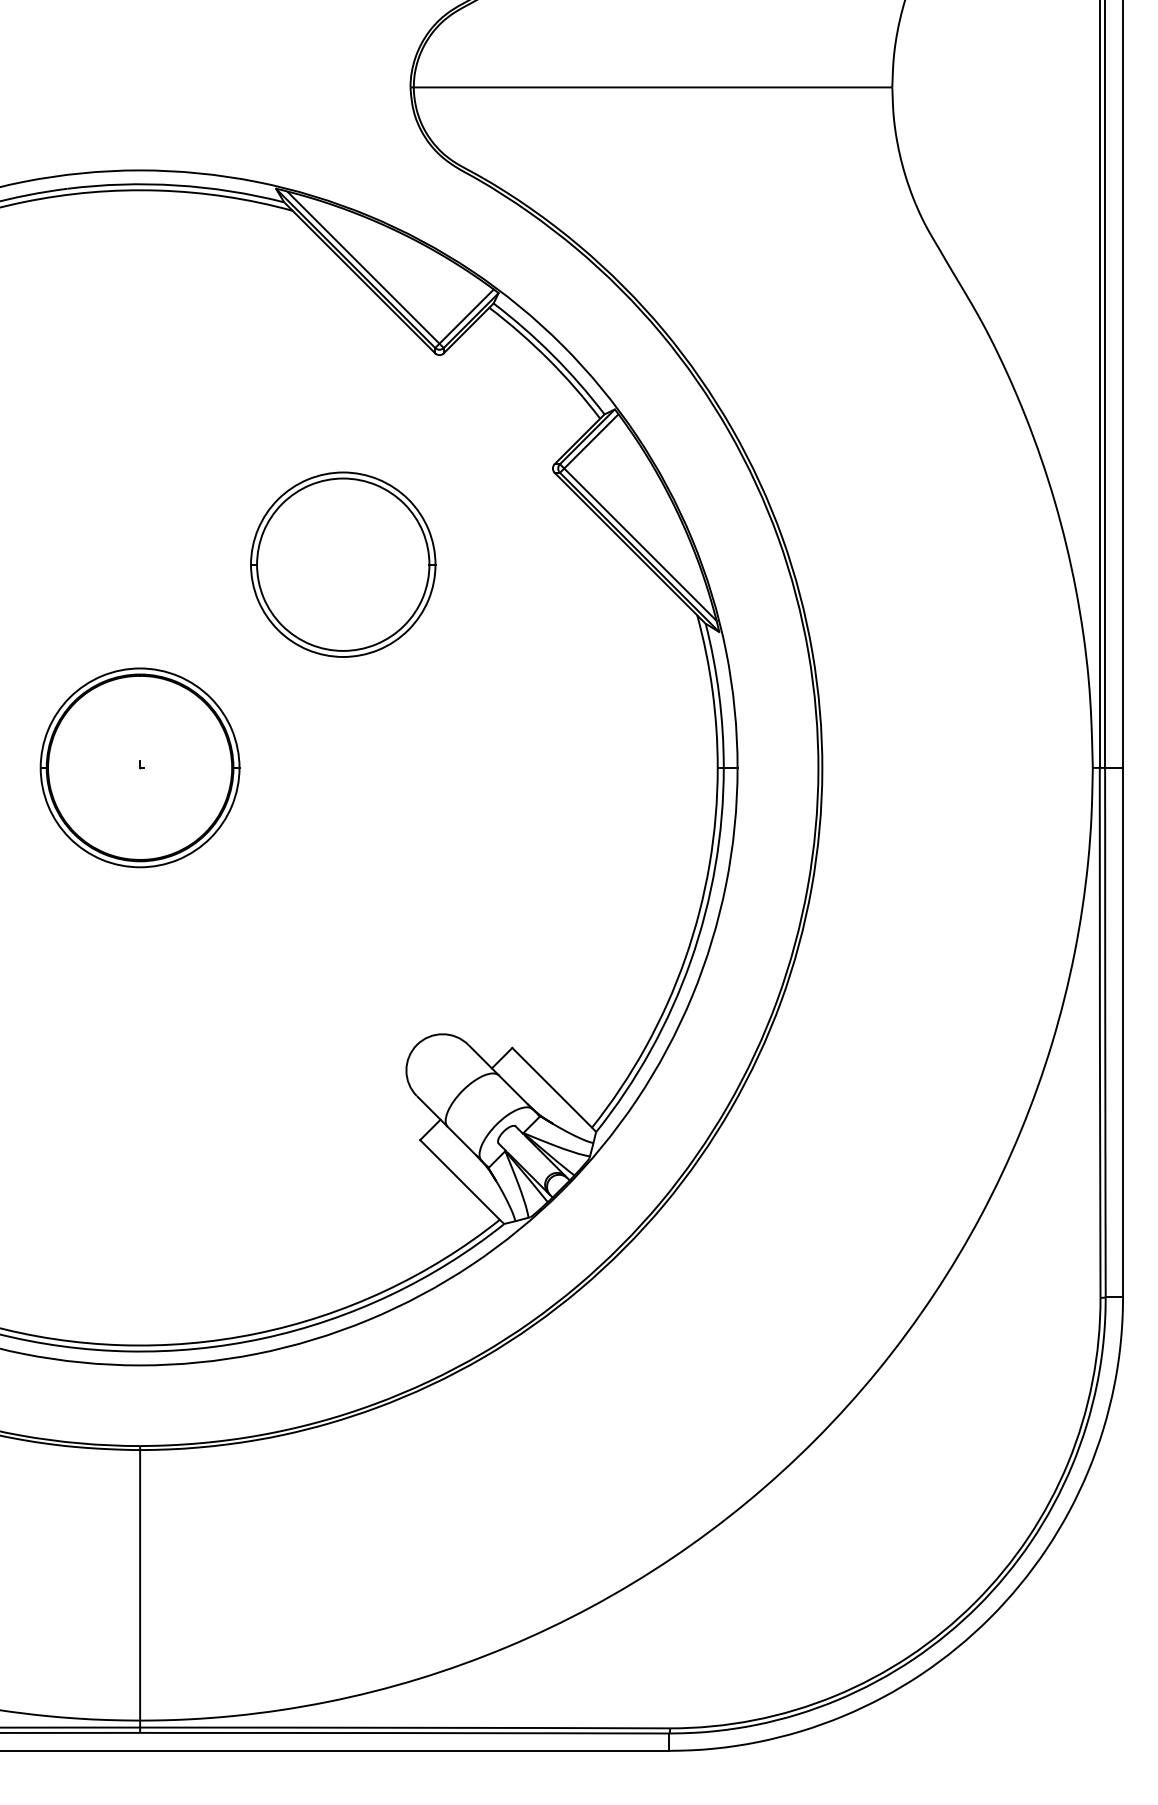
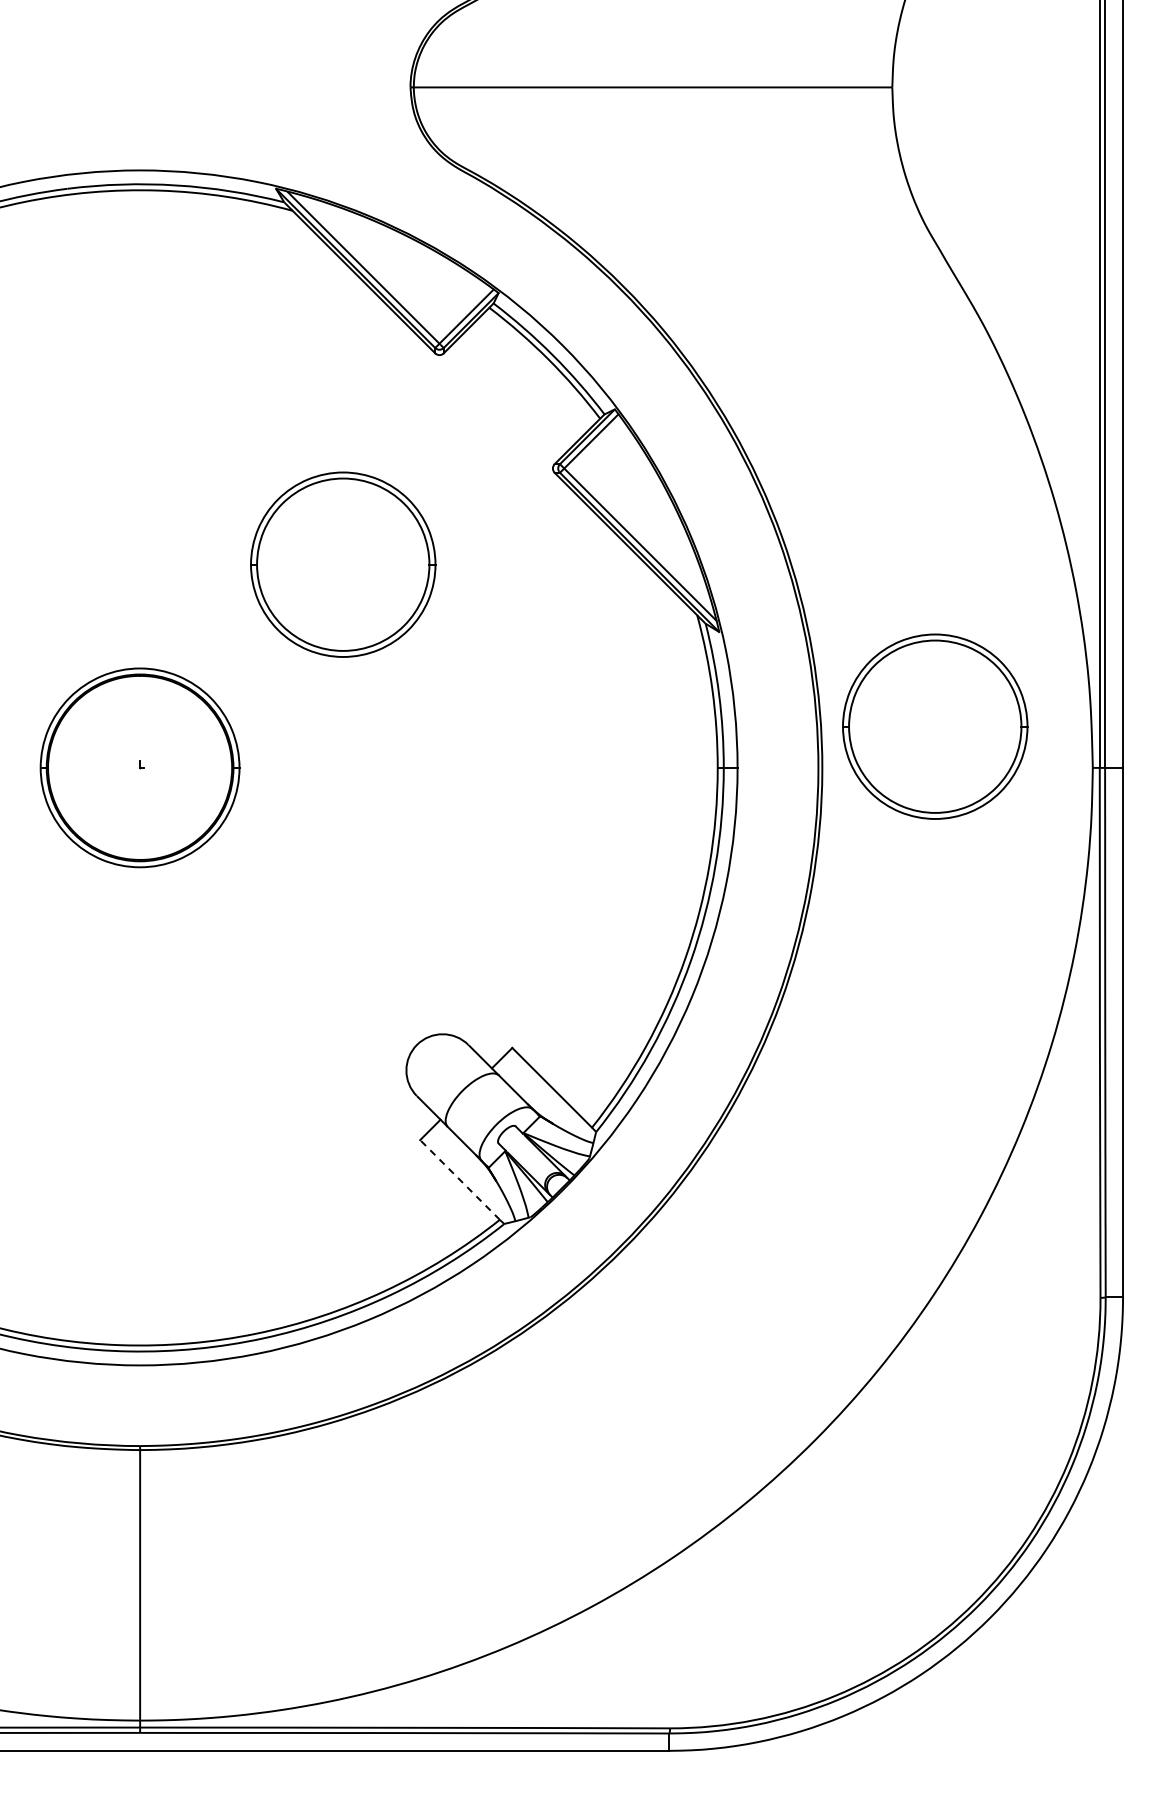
part at (935, 726): none -> present
line at (459, 1179): solid -> dashed
